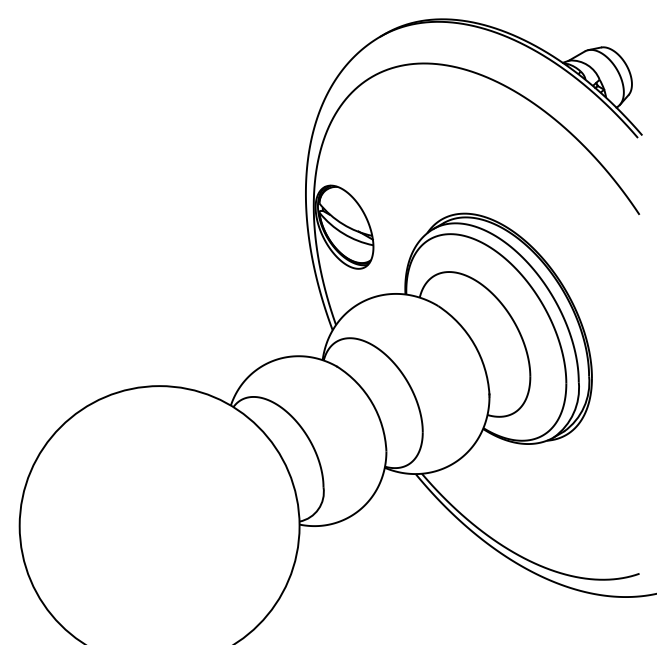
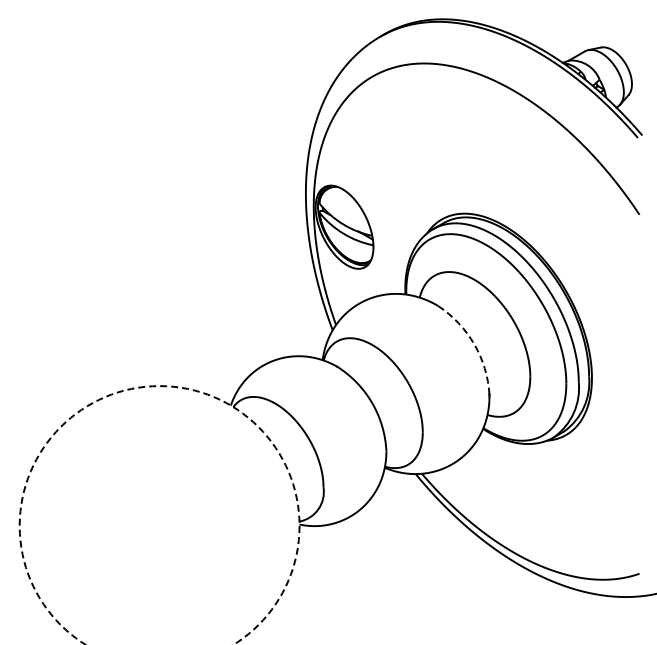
arc at (474, 344): solid -> dashed
circle at (159, 515): solid -> dashed
